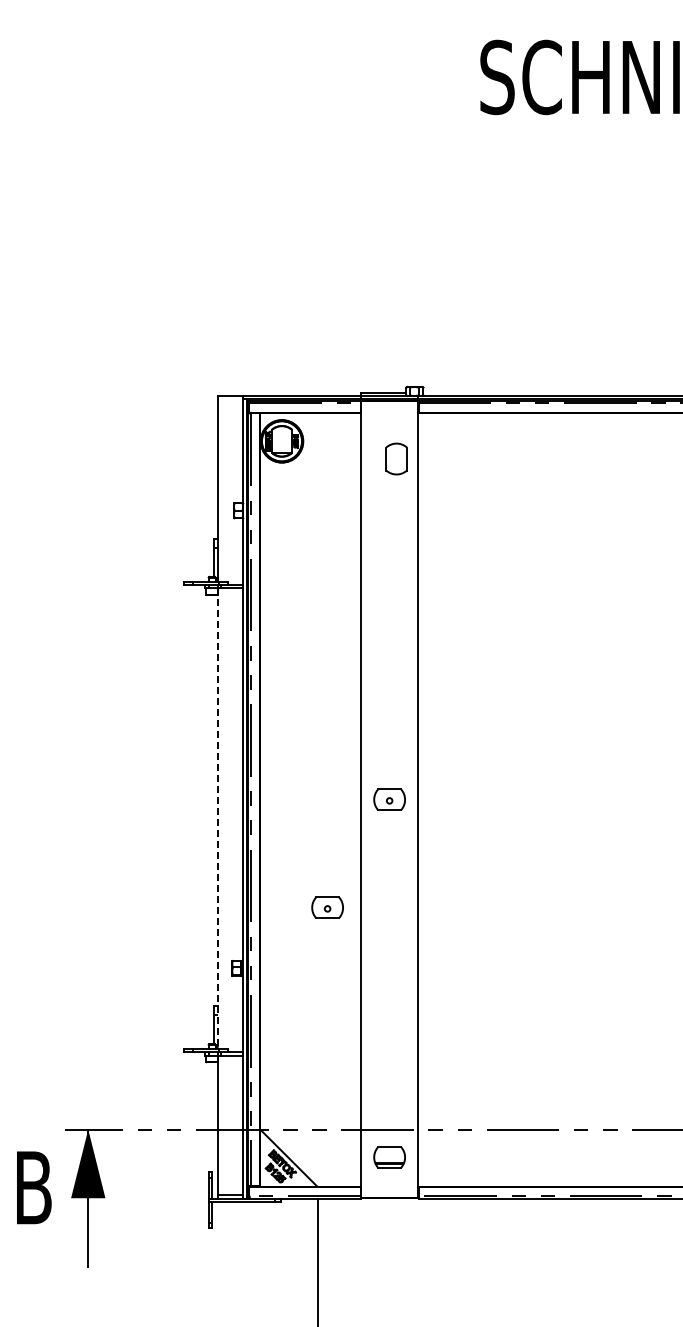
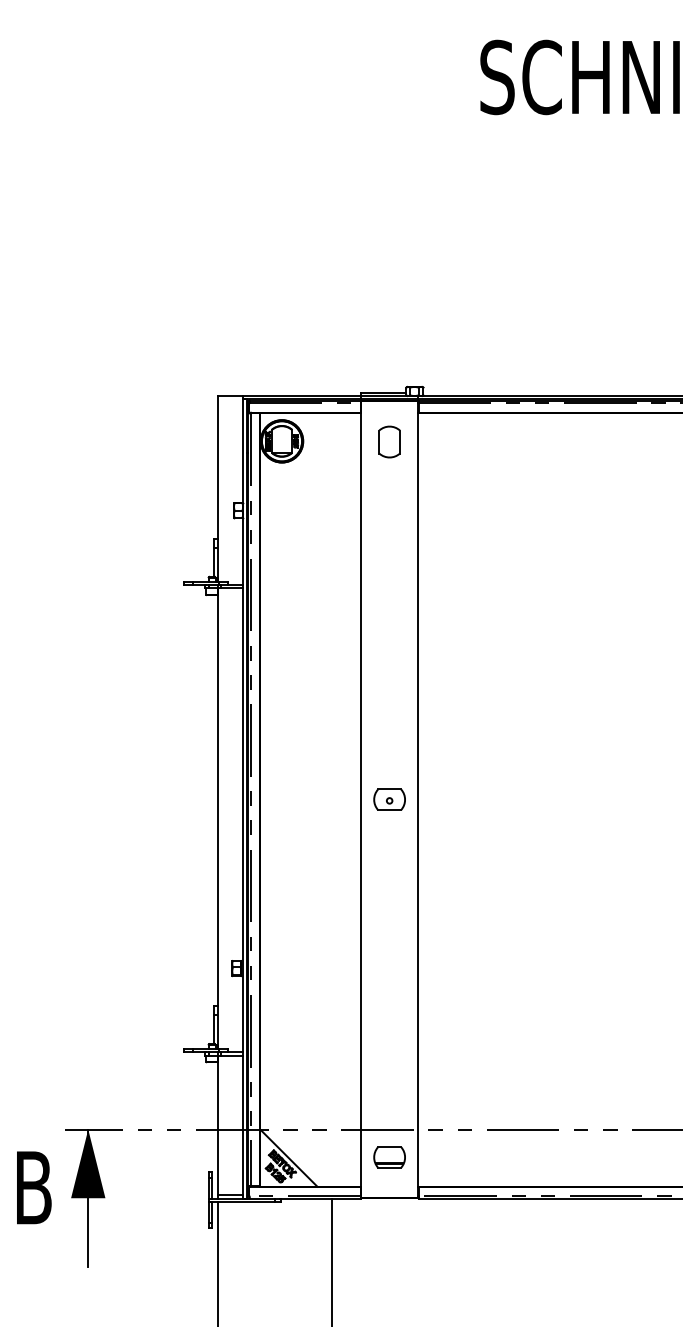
part at (396, 458) position: (396, 458) -> (389, 441)
line at (217, 819): dashed -> solid
part at (327, 907): present -> none
line at (318, 1260) position: (318, 1260) -> (332, 1260)
line at (217, 1262): none -> present
